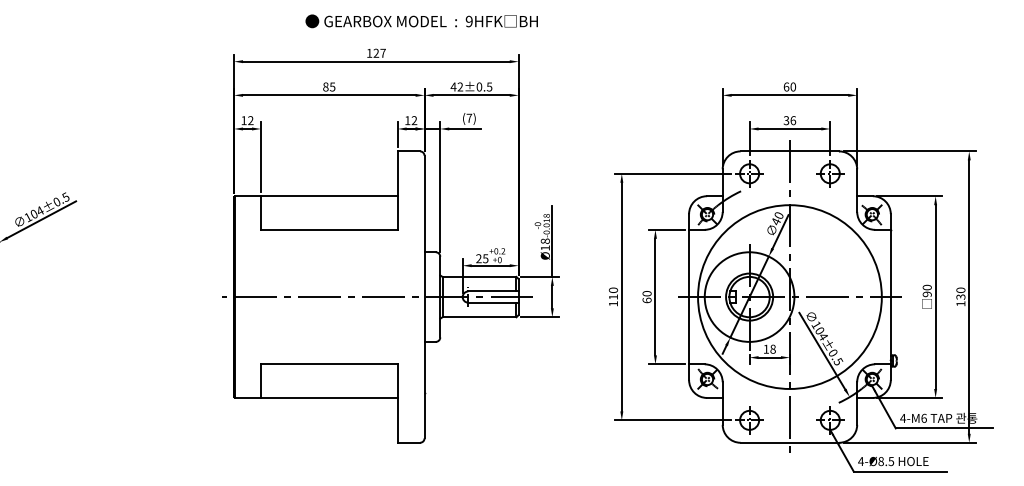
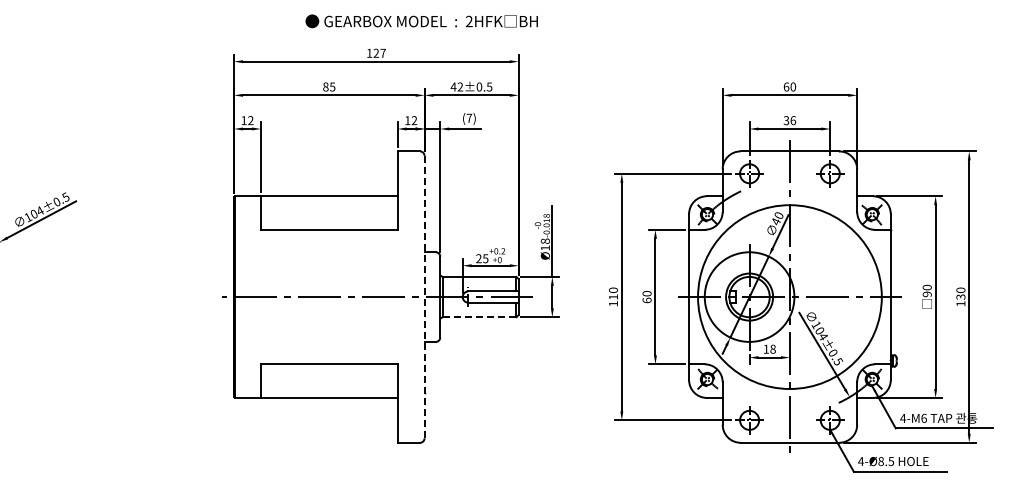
text at (468, 21): 9HFK -> 2HFK
line at (424, 296): solid -> dashed
line at (479, 317): solid -> dashed
